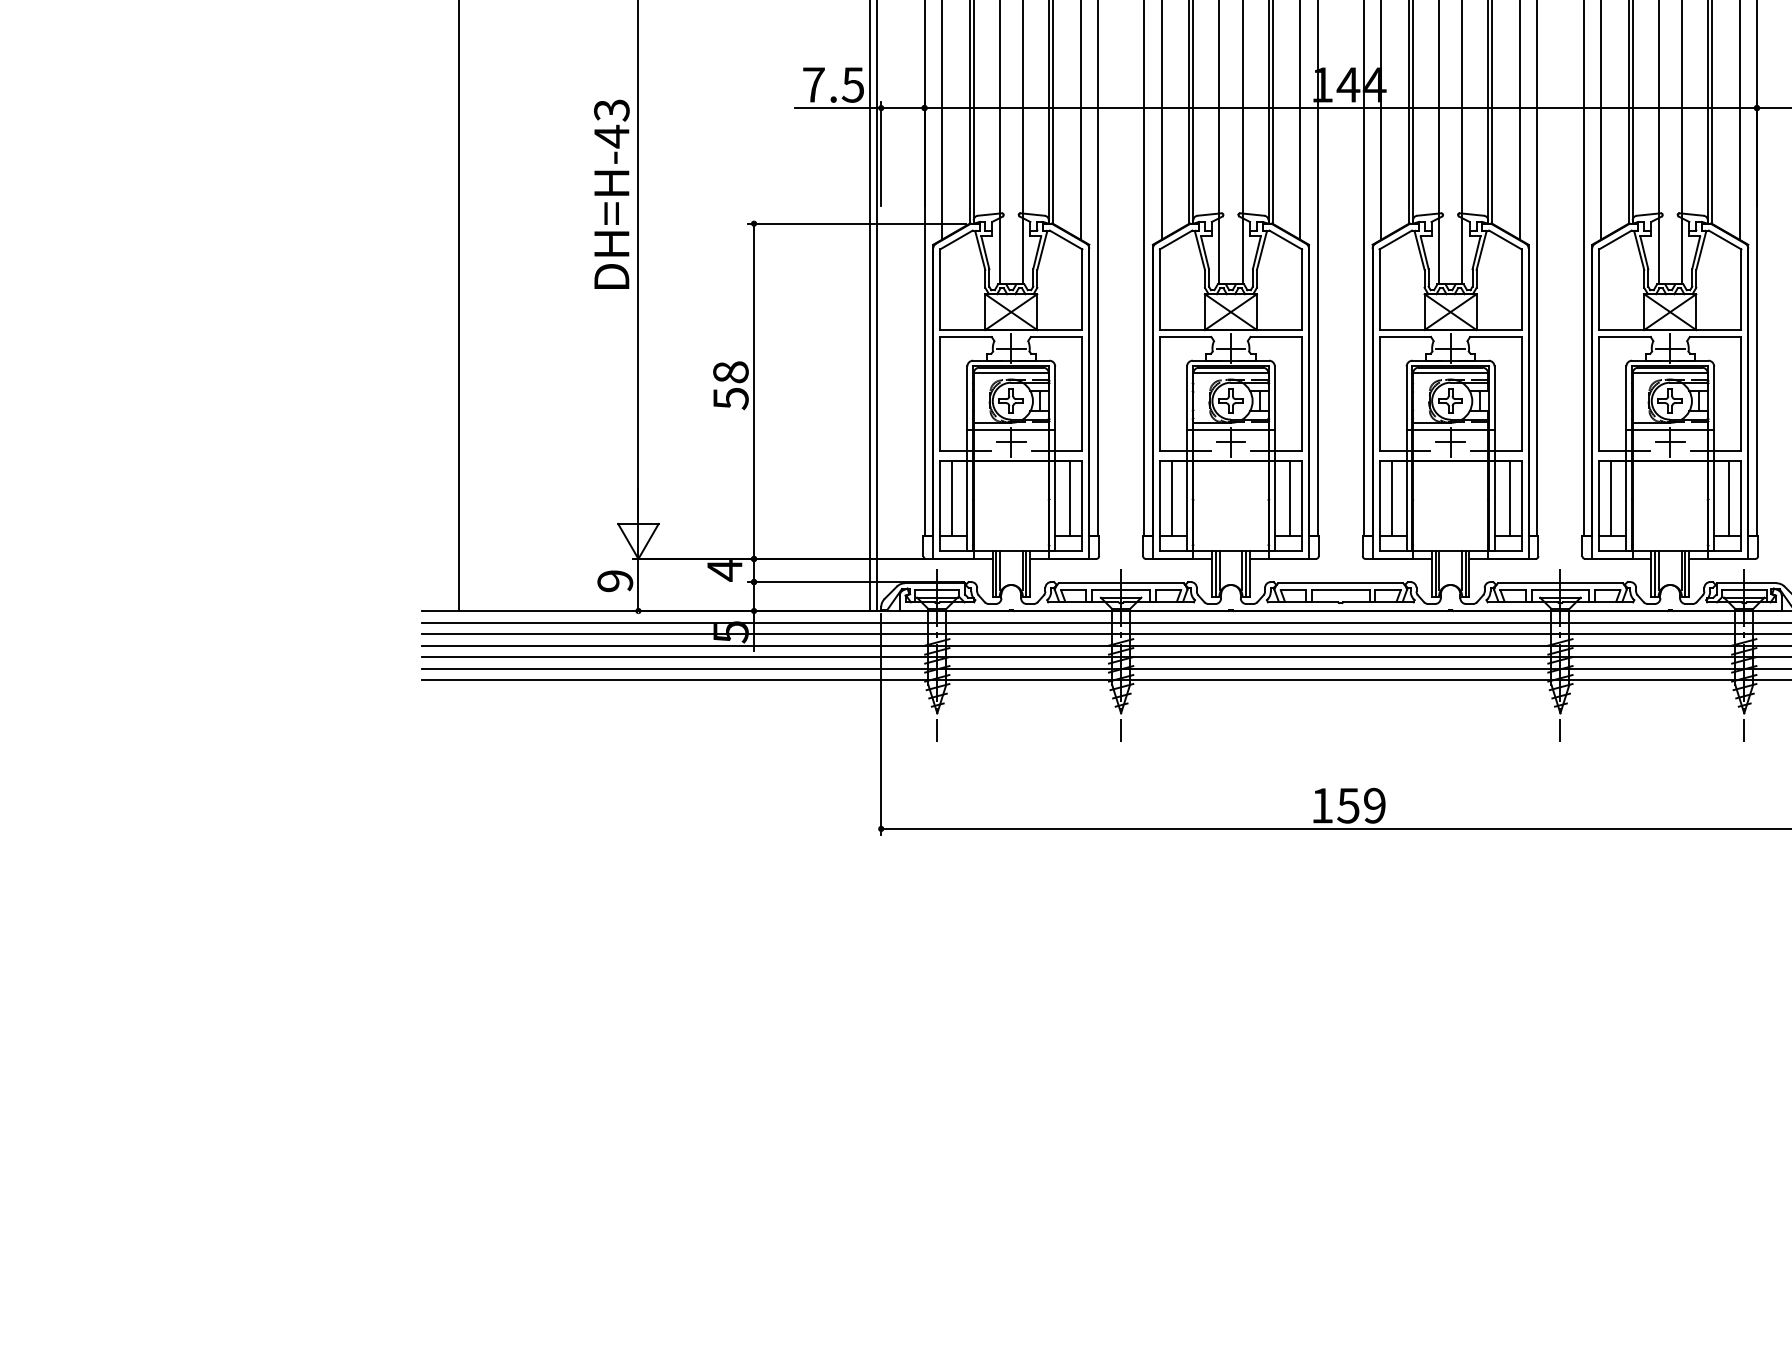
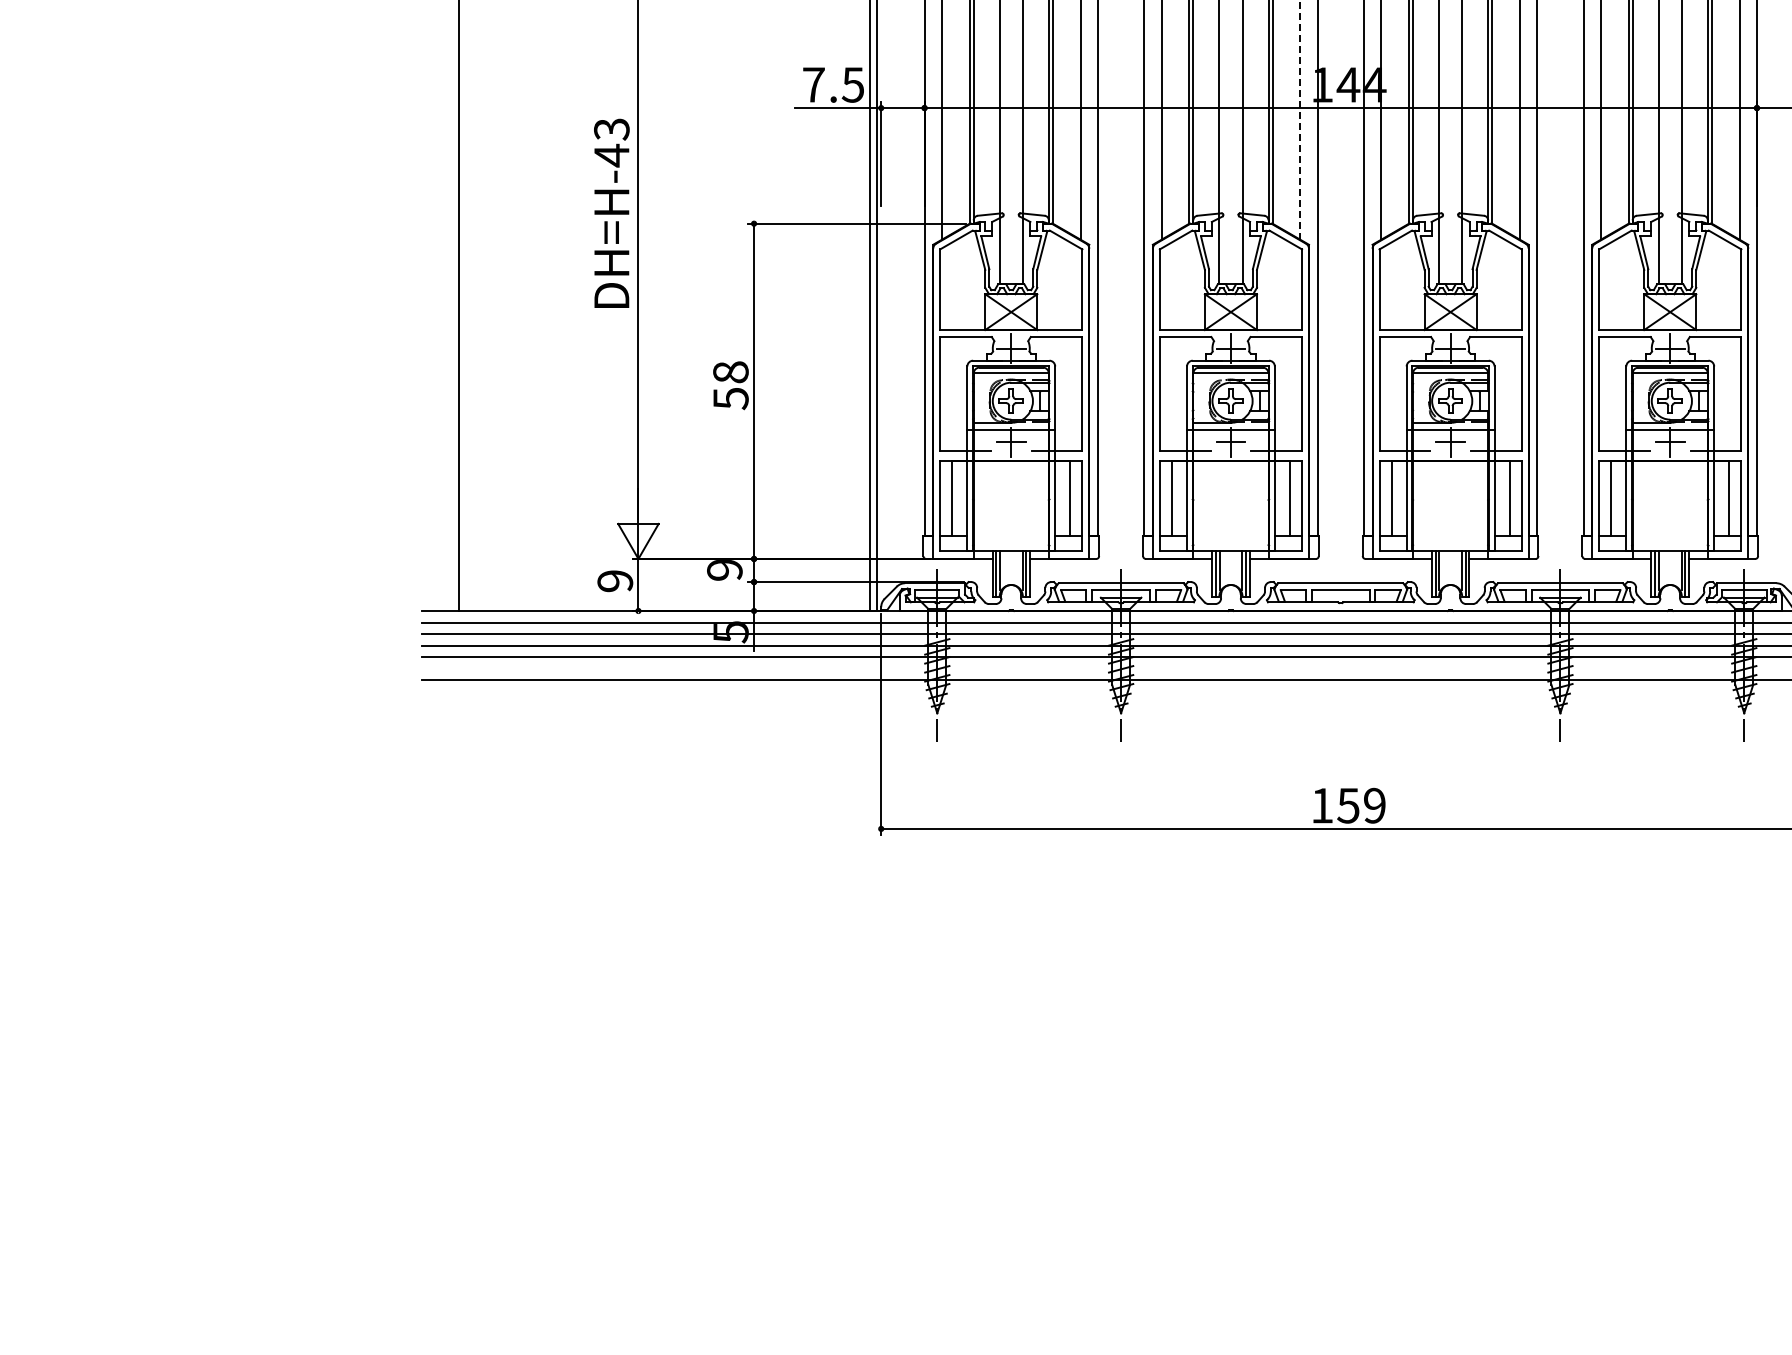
line at (1300, 119): solid -> dashed
text at (611, 193) position: (611, 193) -> (611, 212)
text at (724, 570): 4 -> 9
line at (1104, 668): present -> none
